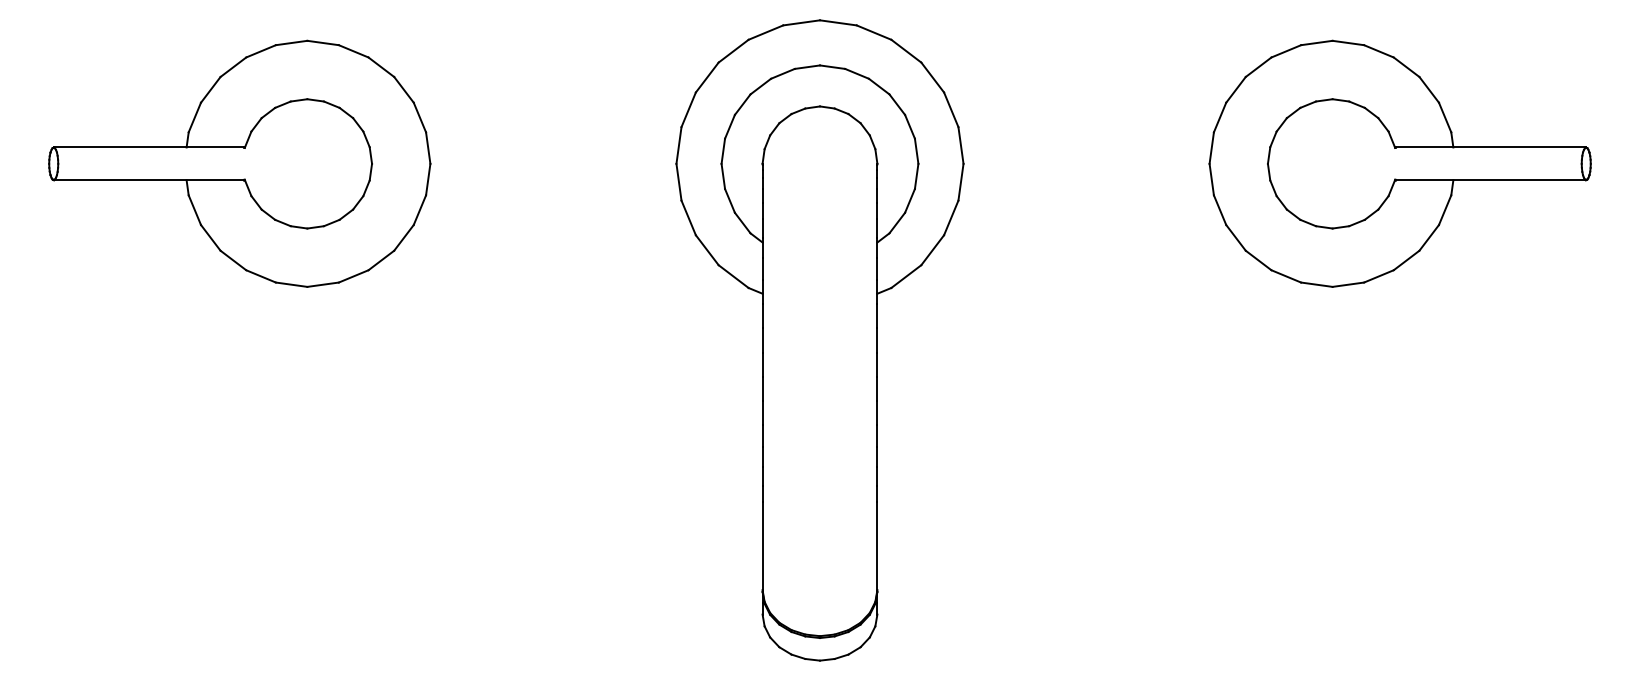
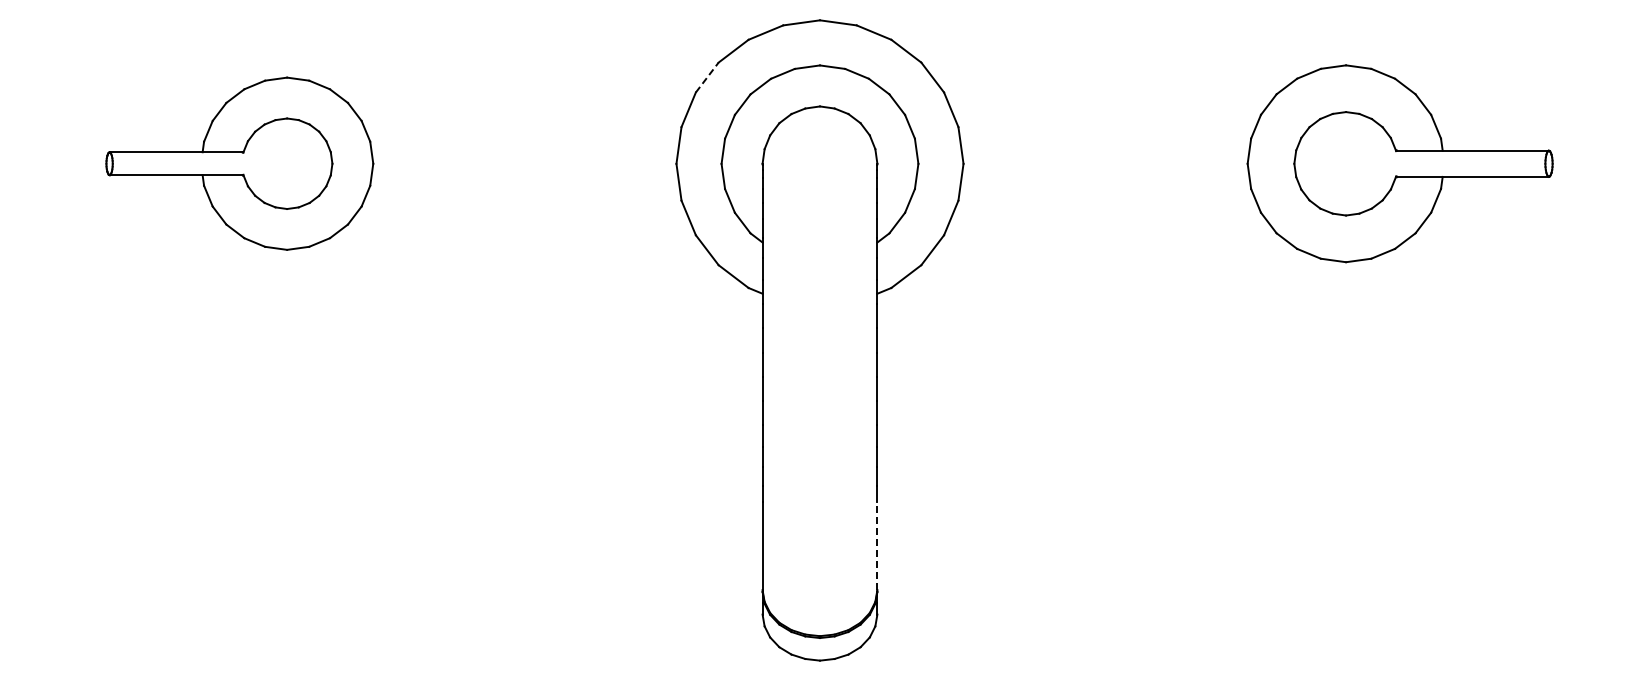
line at (707, 77): solid -> dashed
part at (239, 163) size: 384x249 px -> 270x175 px
part at (1399, 163) size: 384x249 px -> 308x200 px
line at (877, 546): solid -> dashed
